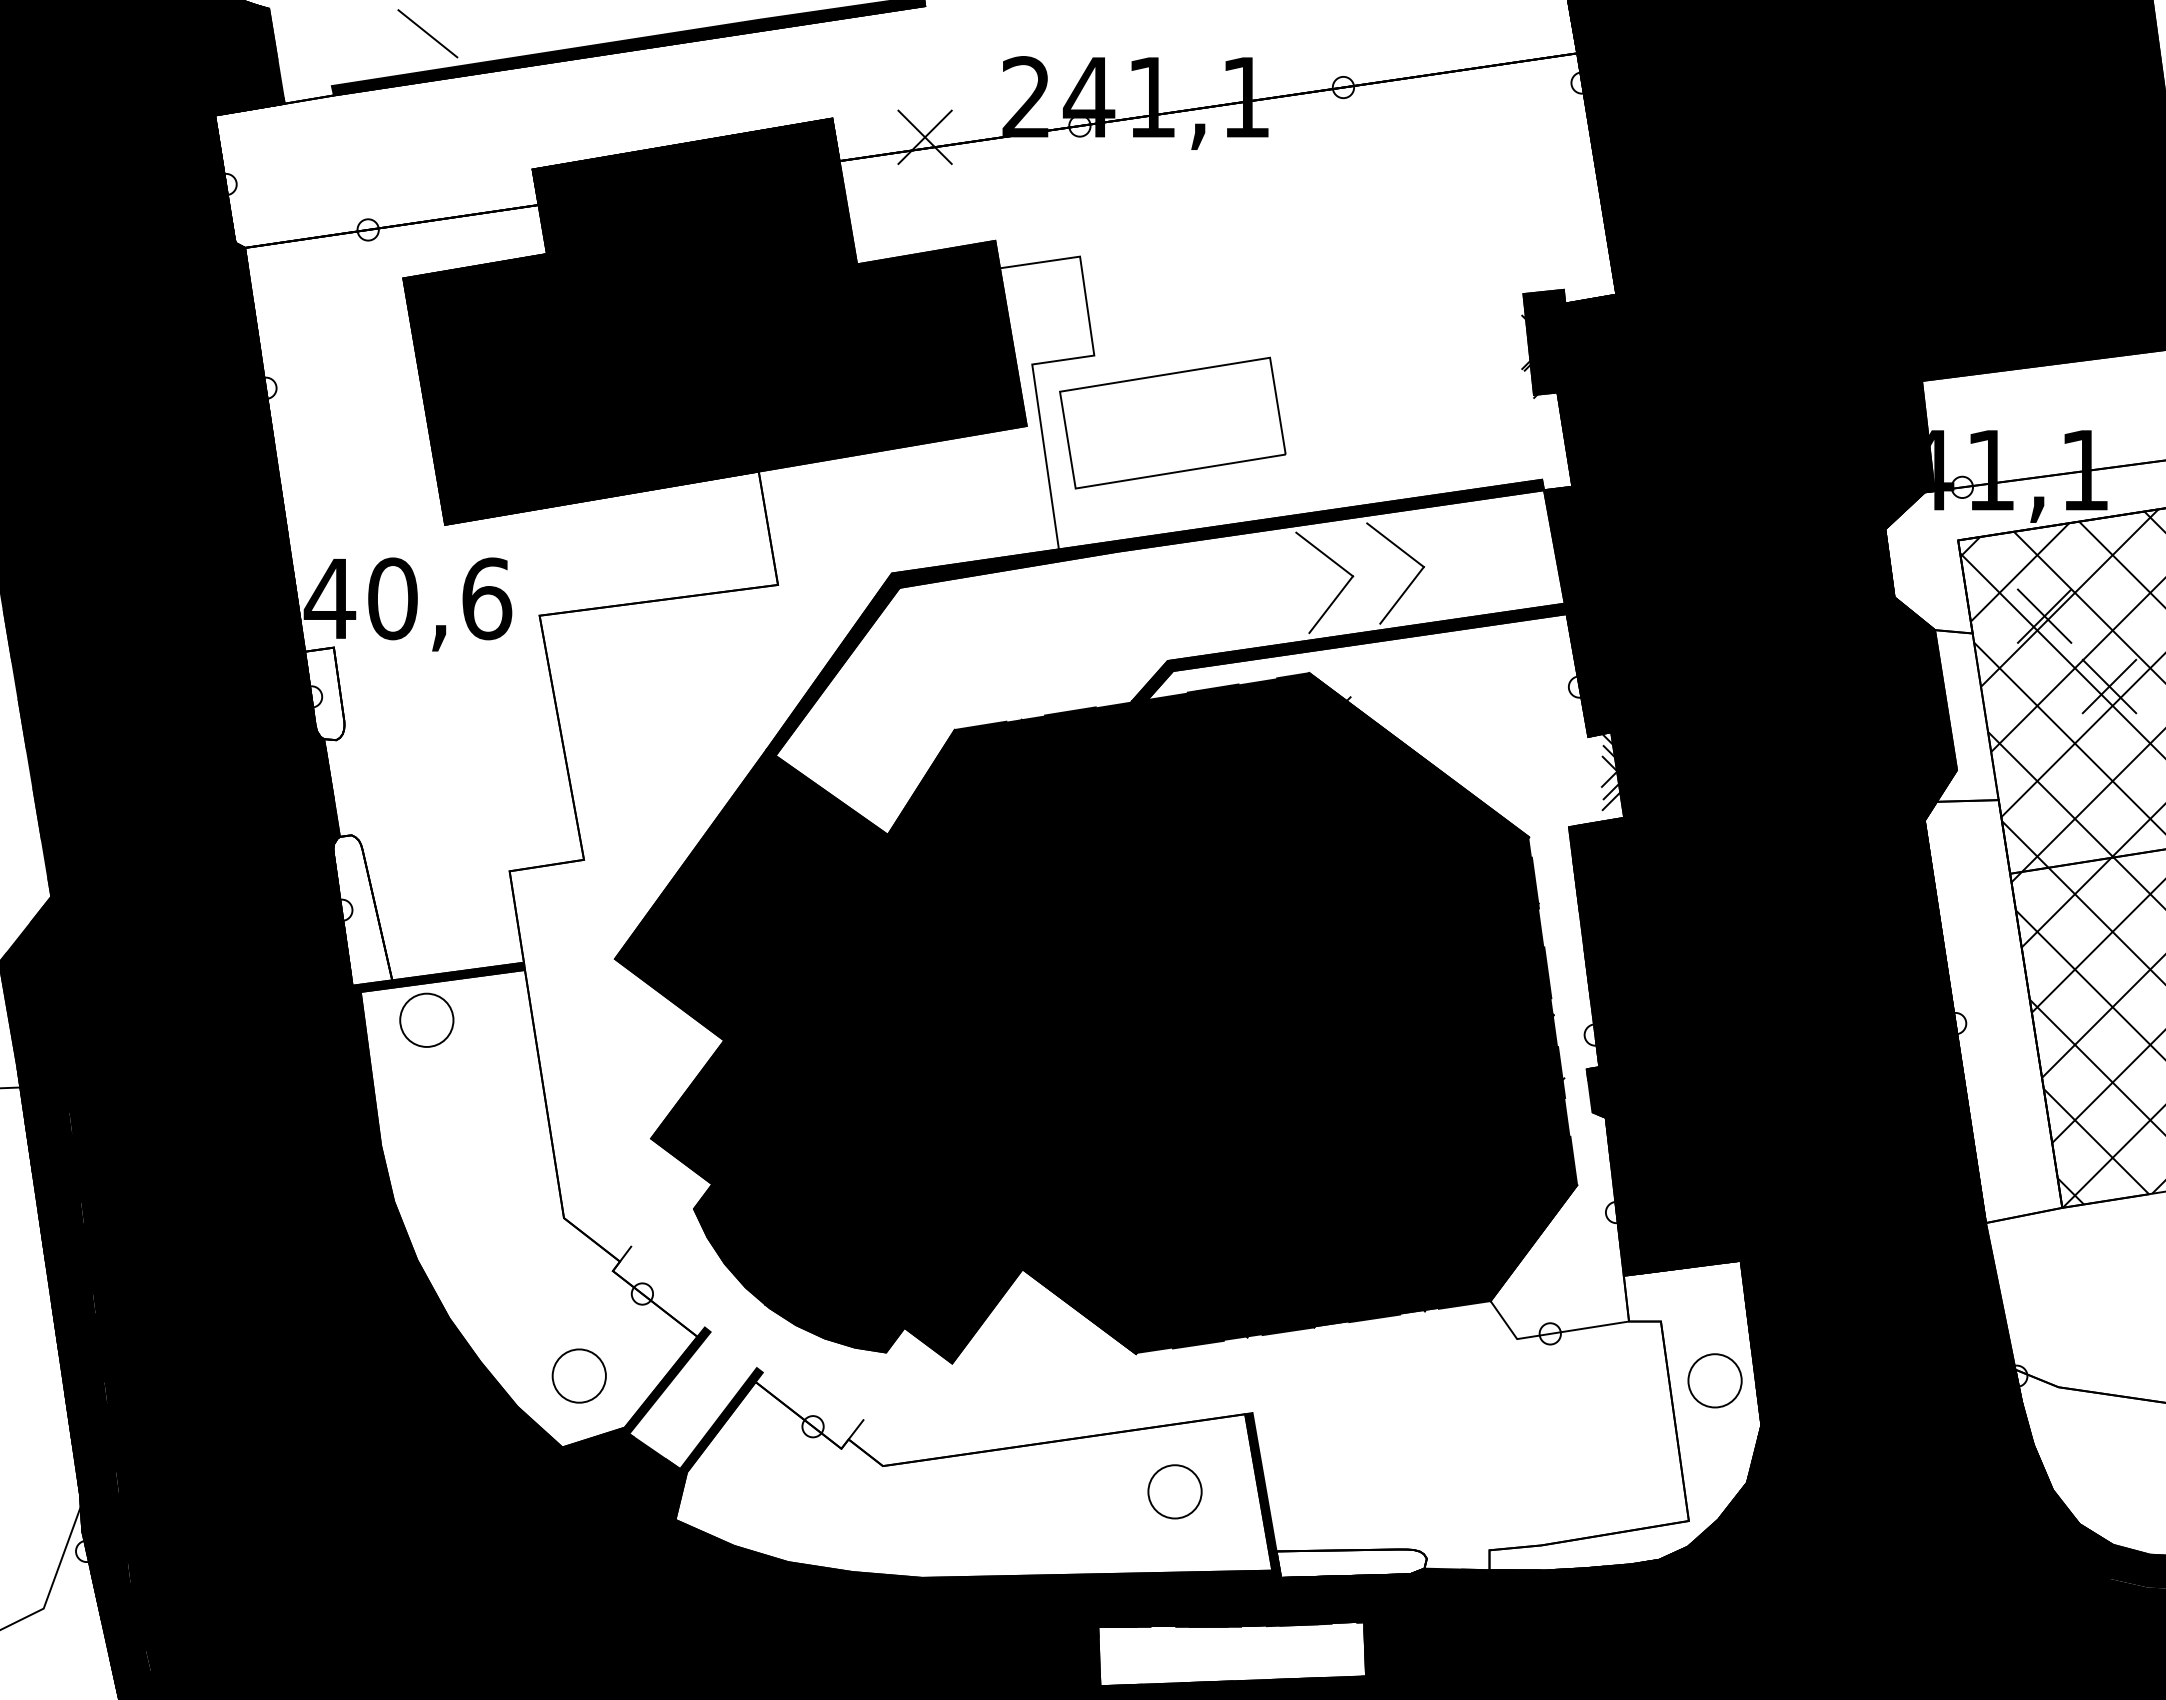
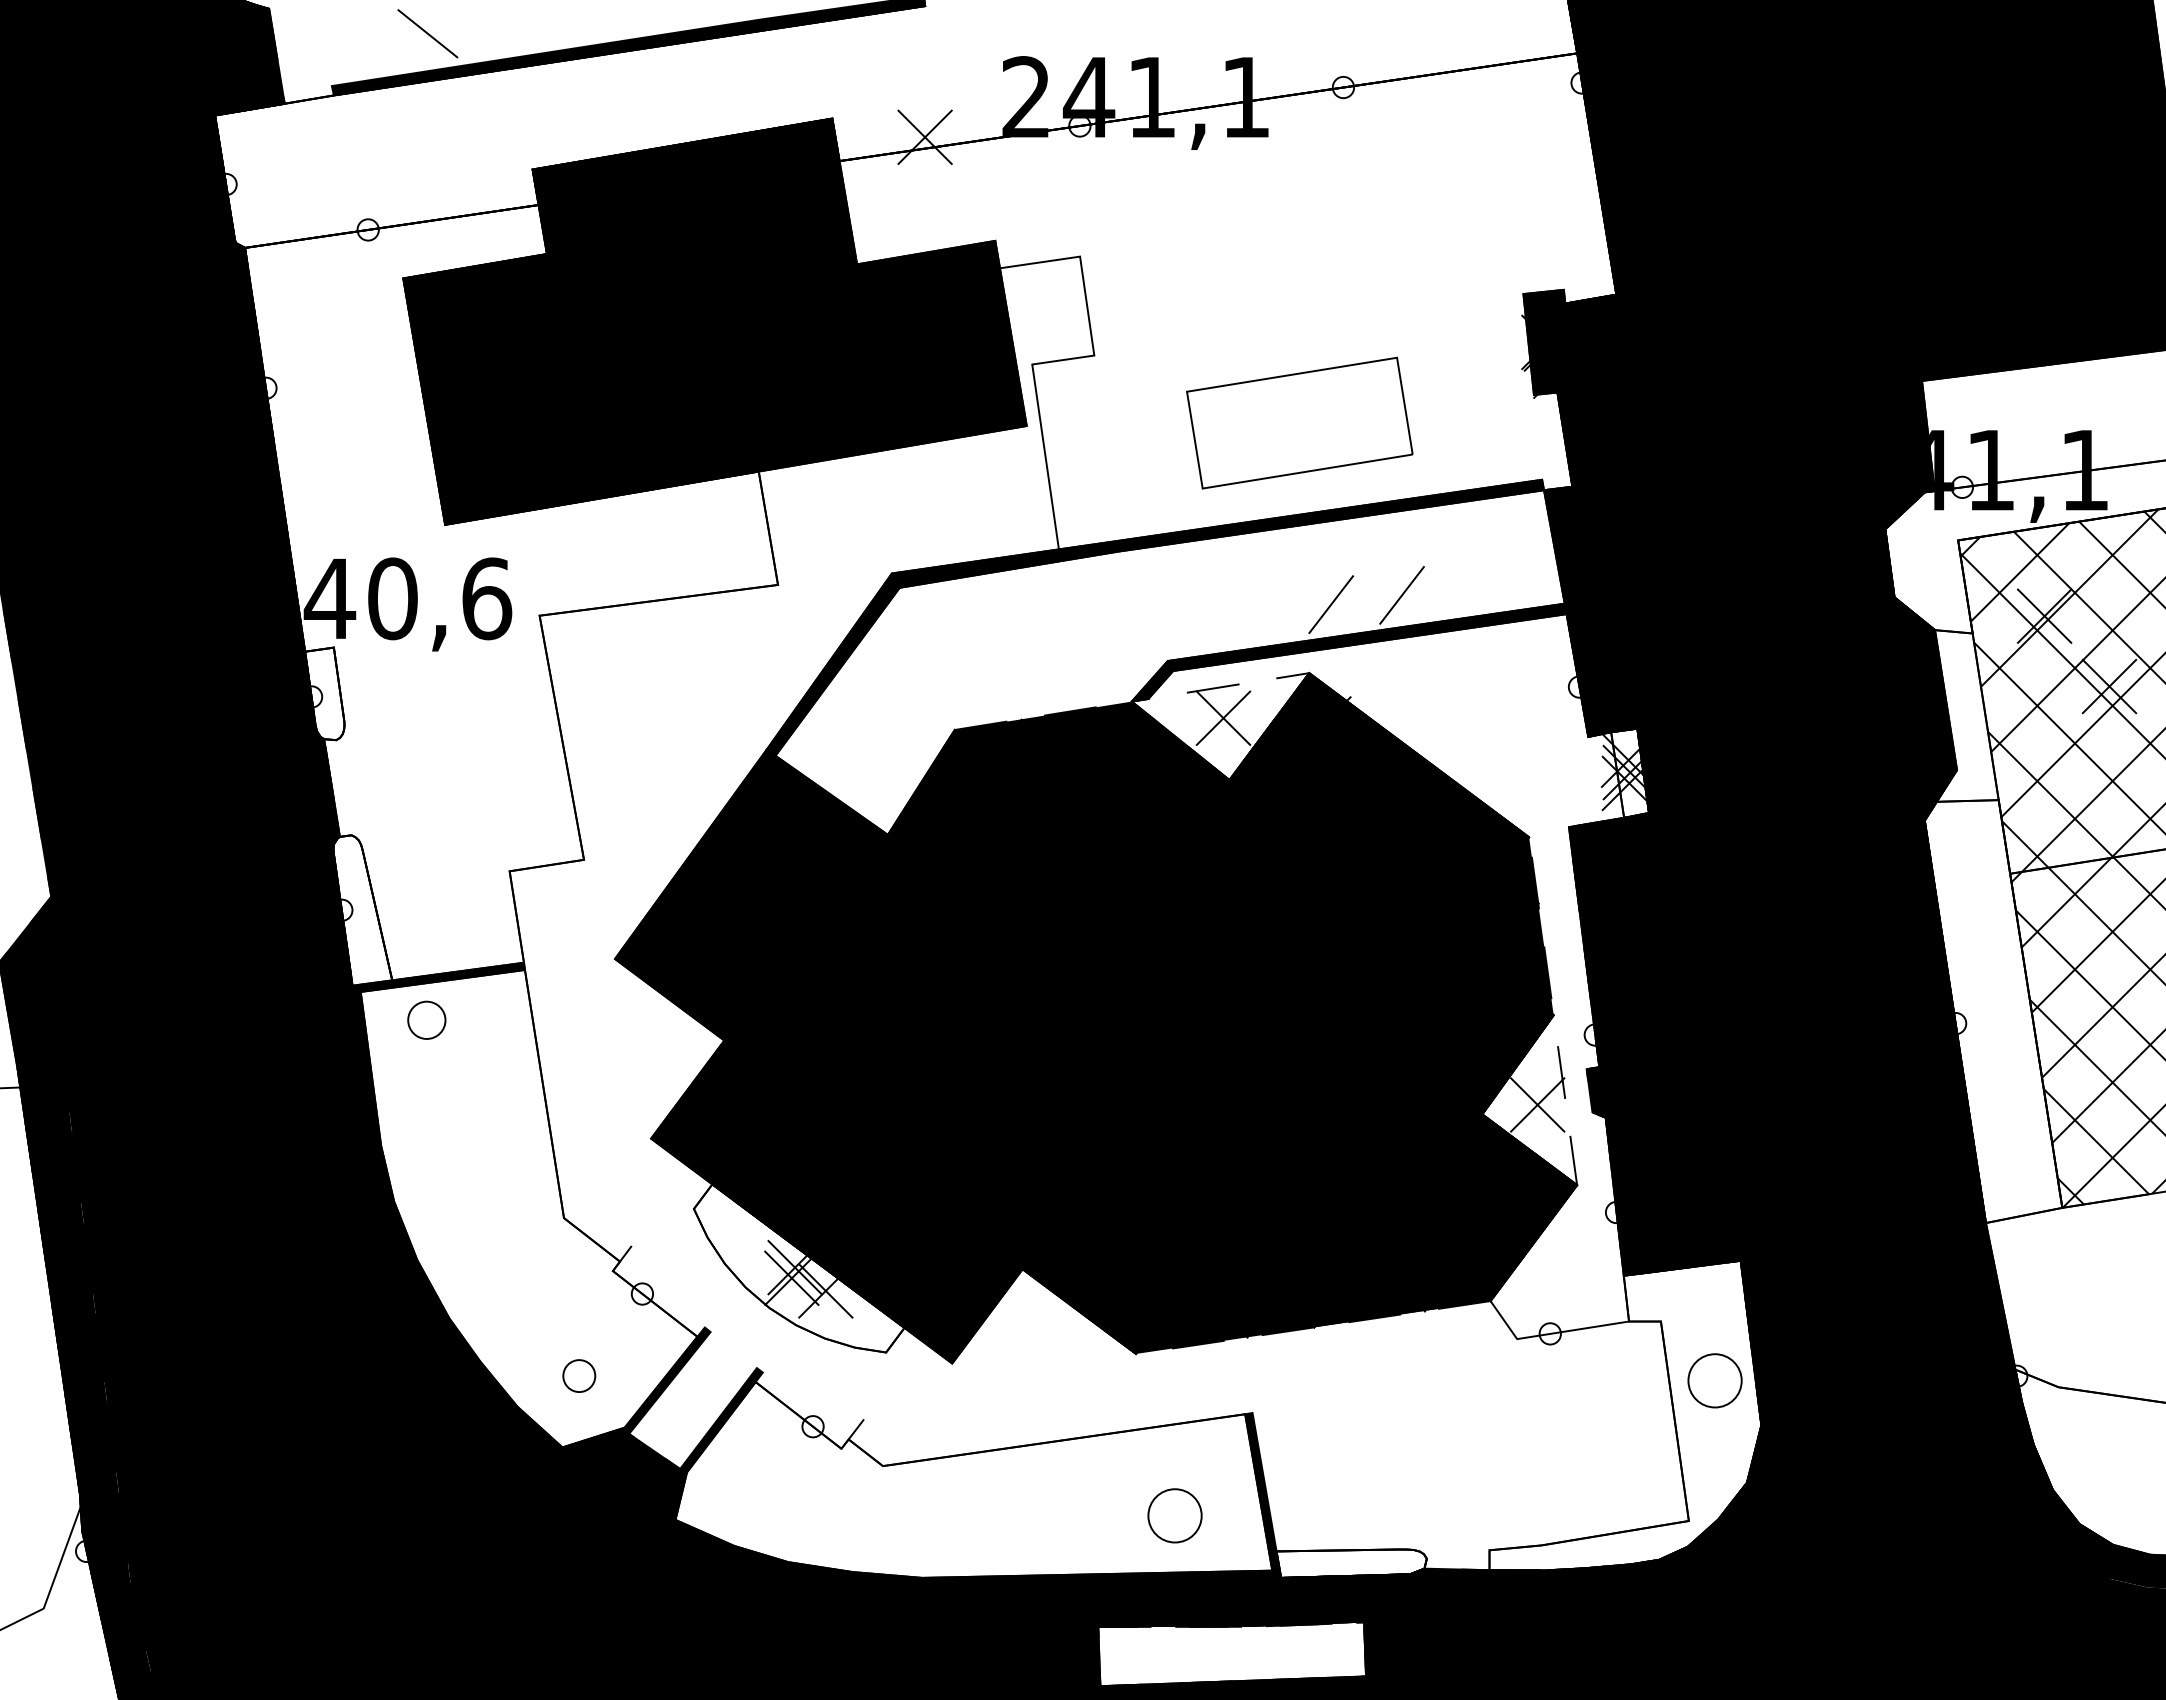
part at (1172, 422) position: (1172, 422) -> (1299, 422)
line at (1395, 545): present -> none
line at (1324, 554): present -> none
fill at (1220, 726): present -> none
fill at (1629, 772): present -> none
circle at (426, 1019) diameter: 53 px -> 37 px
fill at (1529, 1100): present -> none
fill at (798, 1268): present -> none
circle at (578, 1375) diameter: 53 px -> 32 px
circle at (1174, 1491) position: (1174, 1491) -> (1174, 1515)
